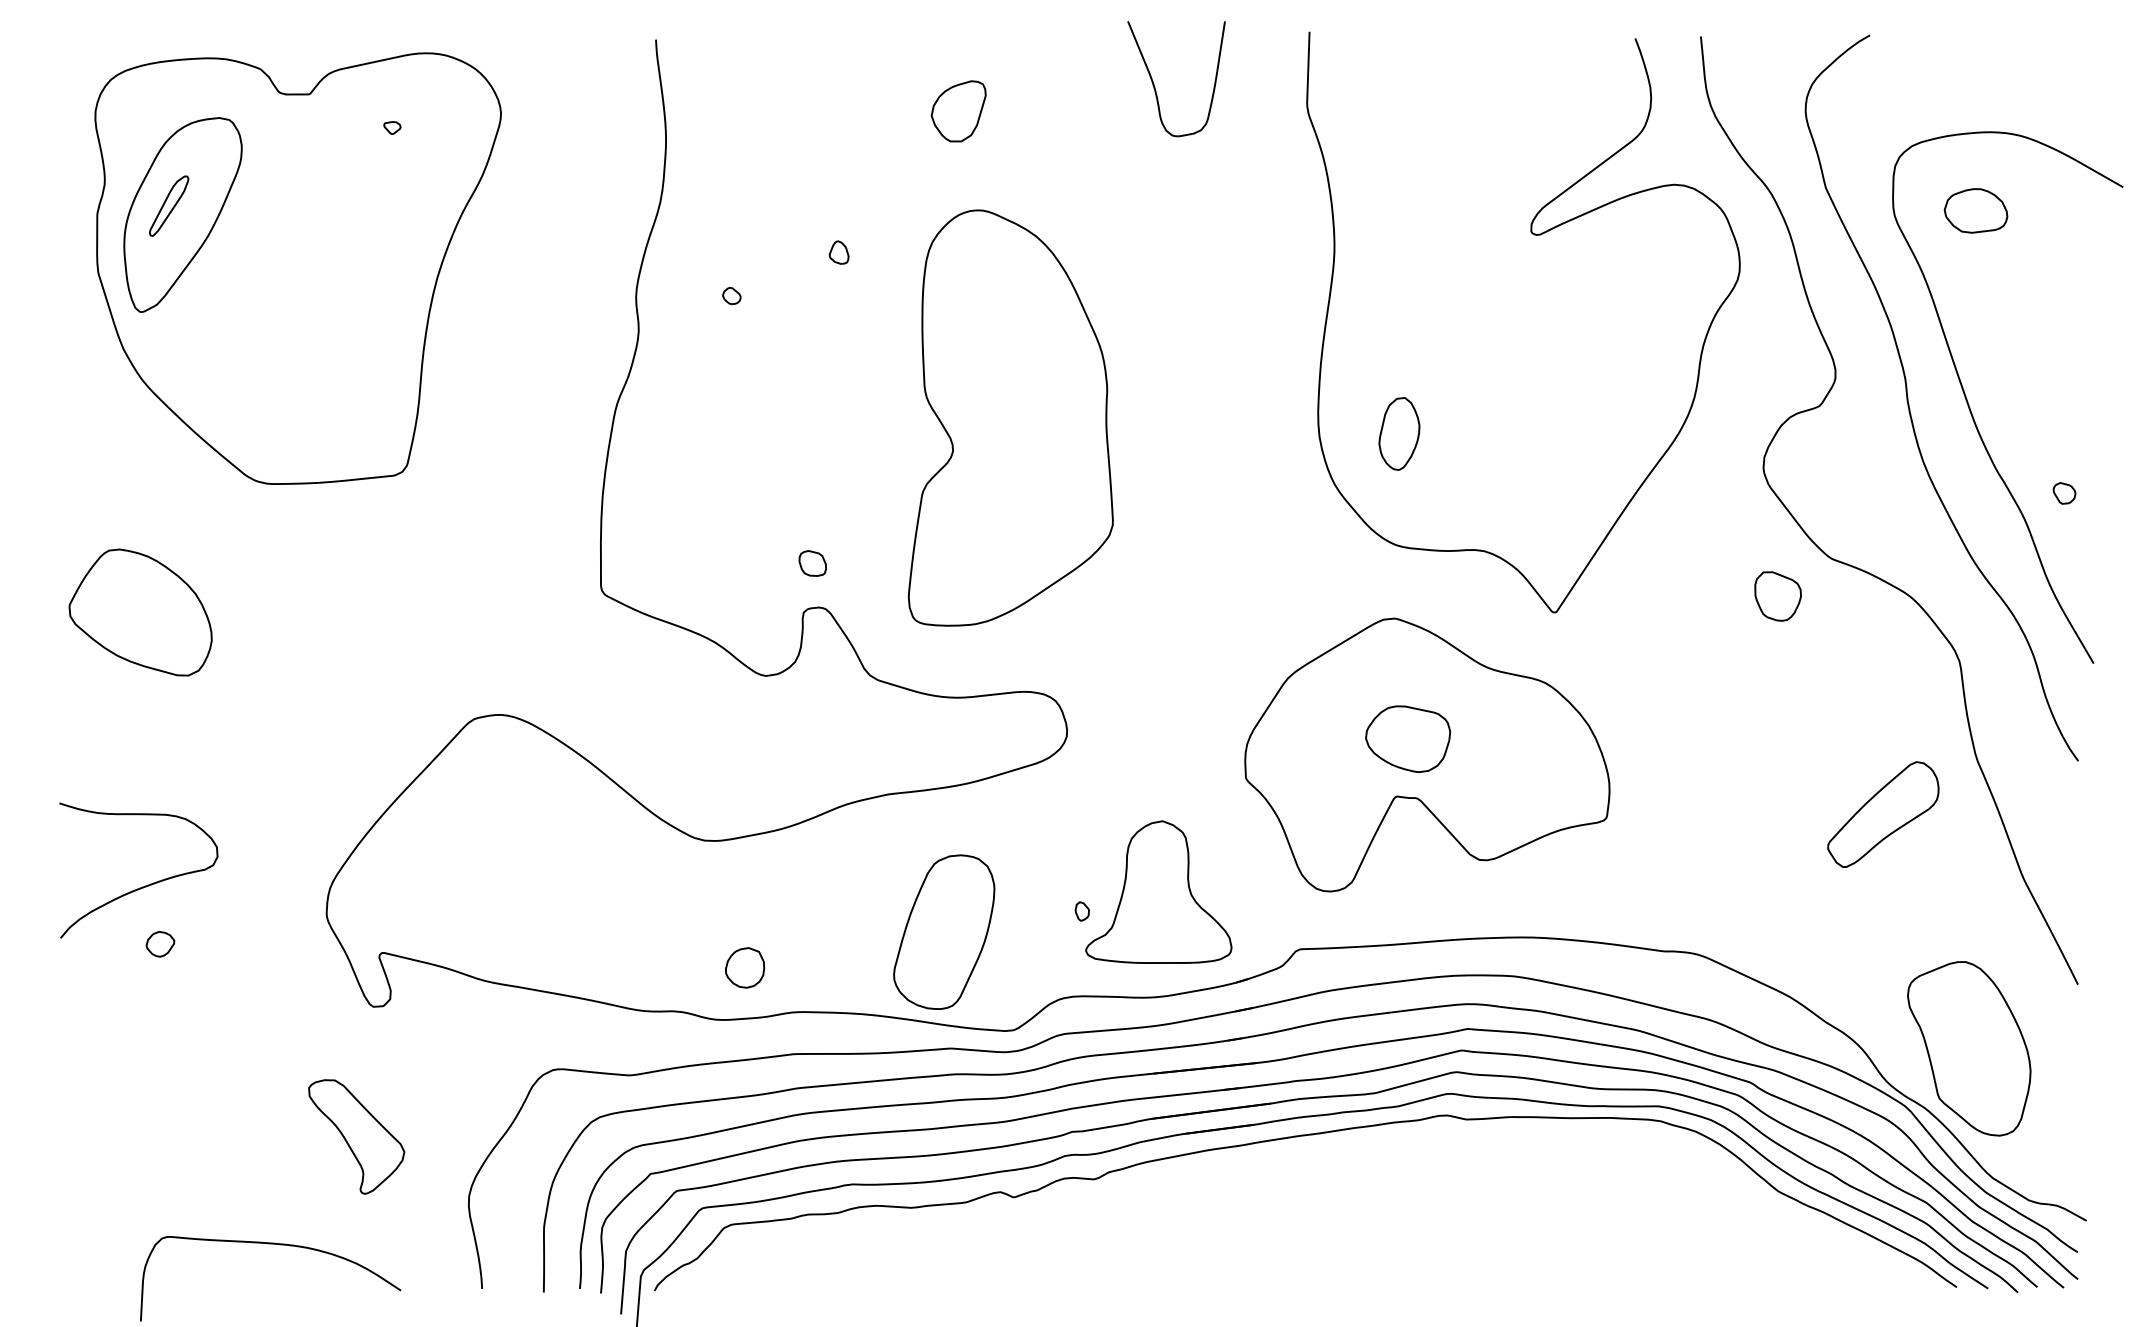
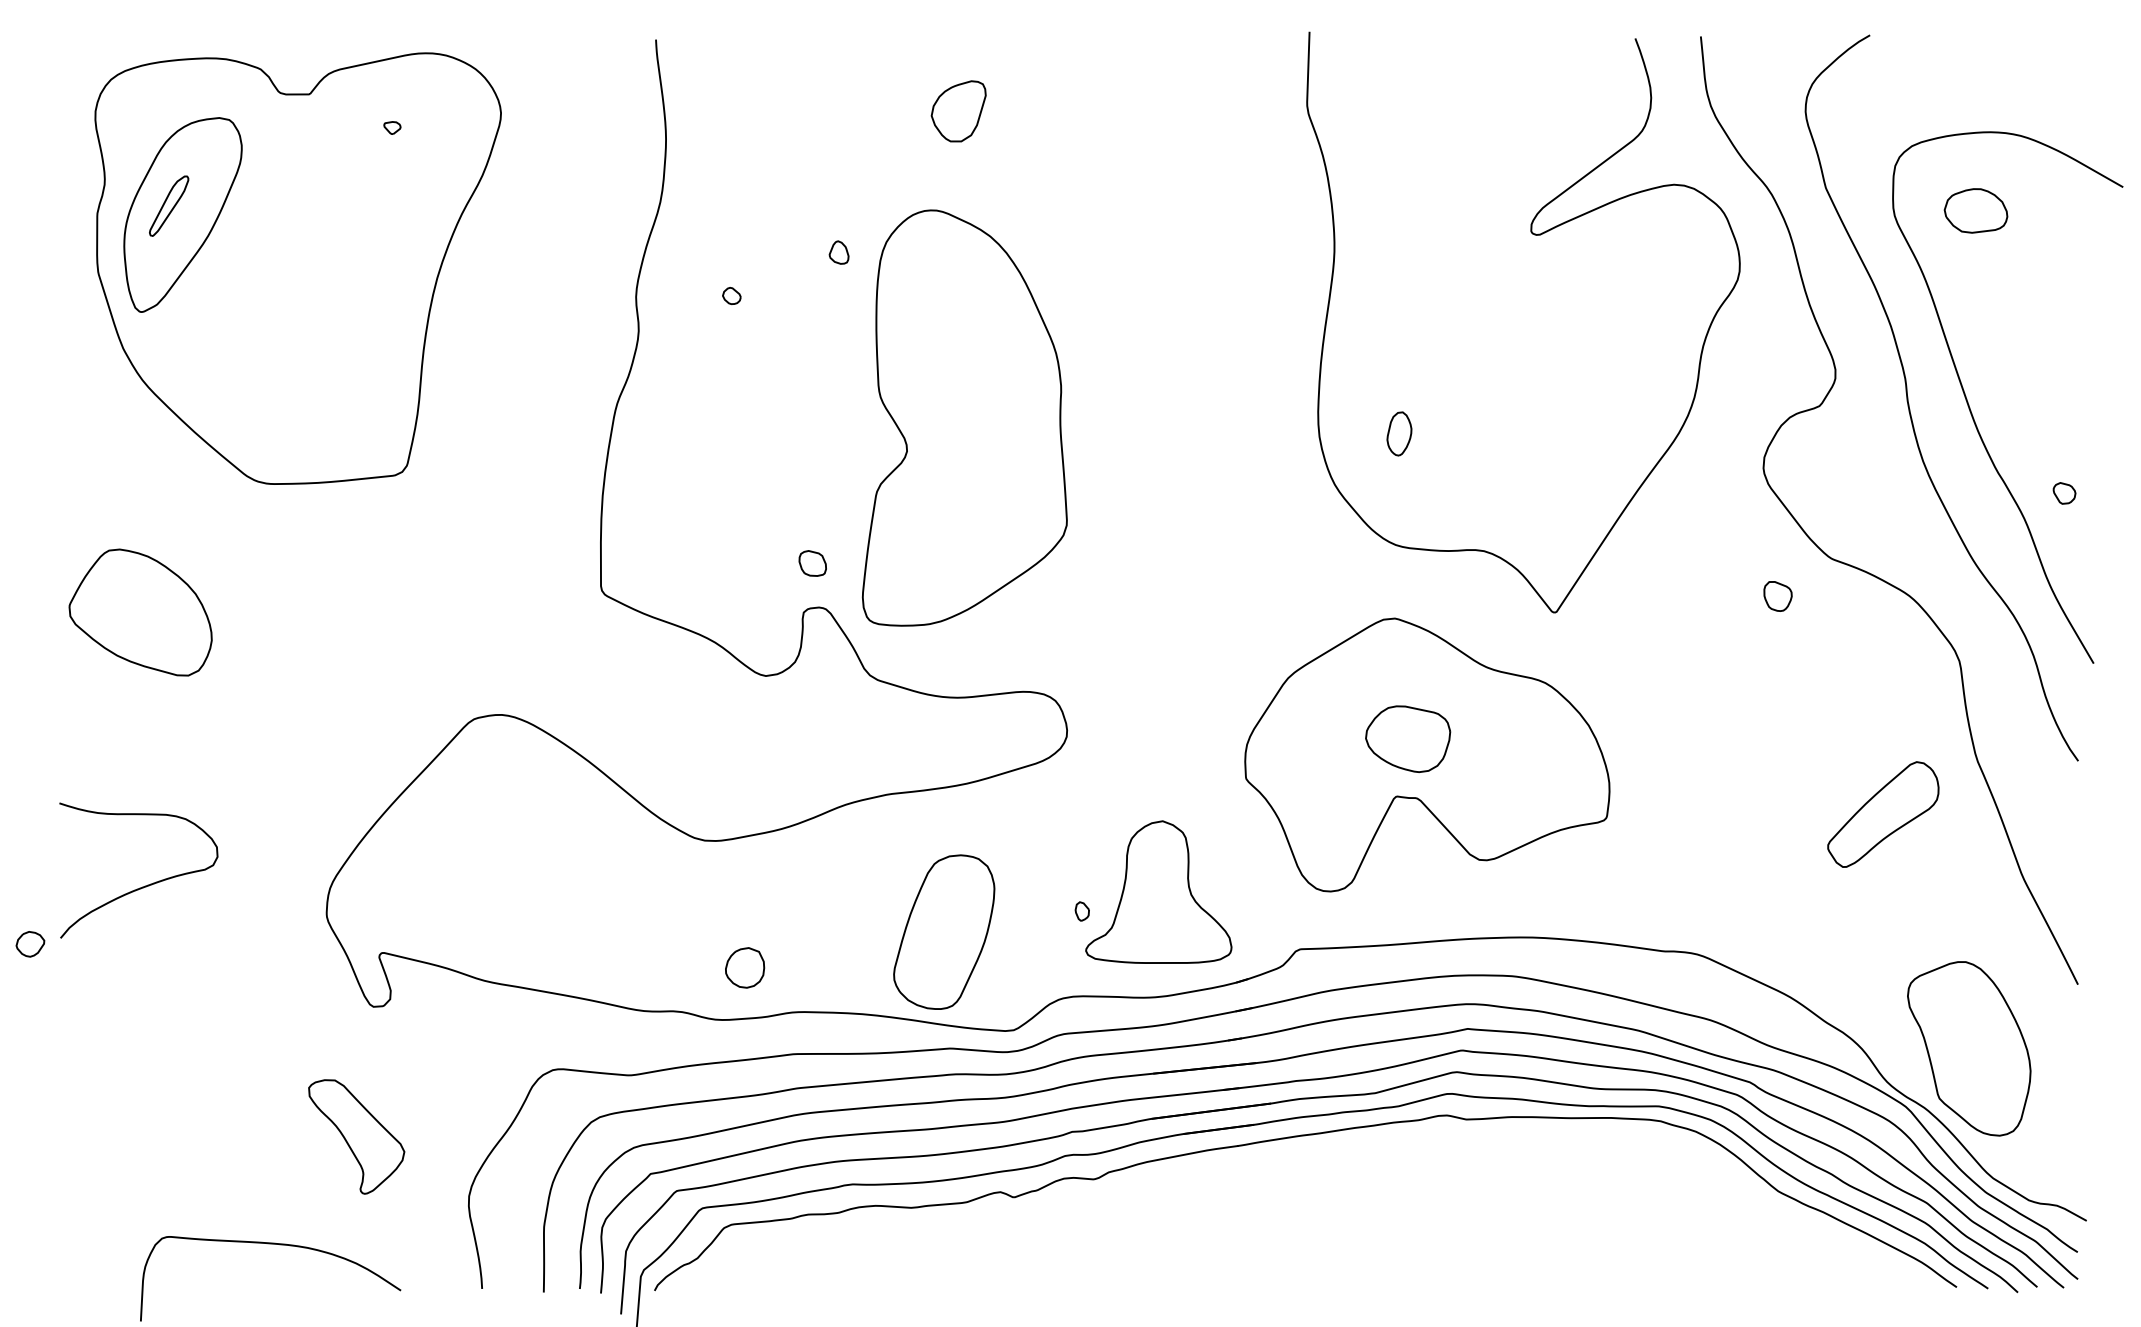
curve at (1155, 87): present -> none
part at (1010, 417) position: (1010, 417) -> (964, 417)
part at (1399, 433) size: 43x74 px -> 27x46 px
part at (1777, 596) size: 48x51 px -> 30x31 px
part at (160, 944) position: (160, 944) -> (30, 944)
